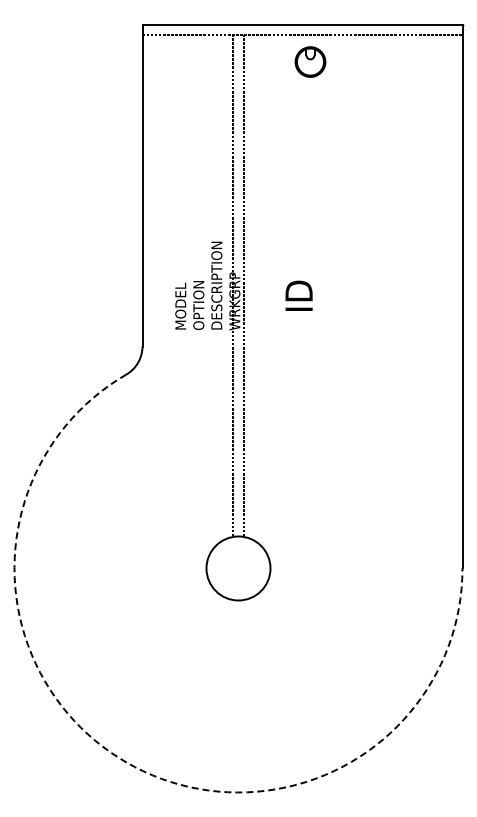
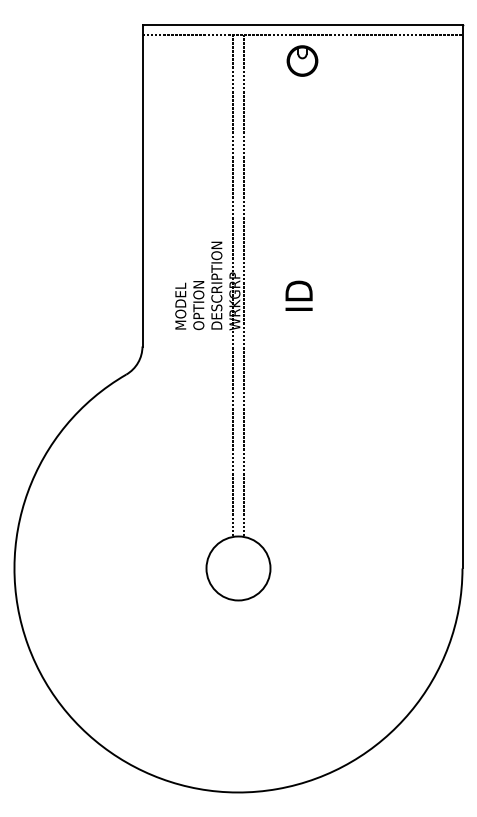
part at (310, 61) position: (310, 61) -> (302, 60)
arc at (126, 762): dashed -> solid
